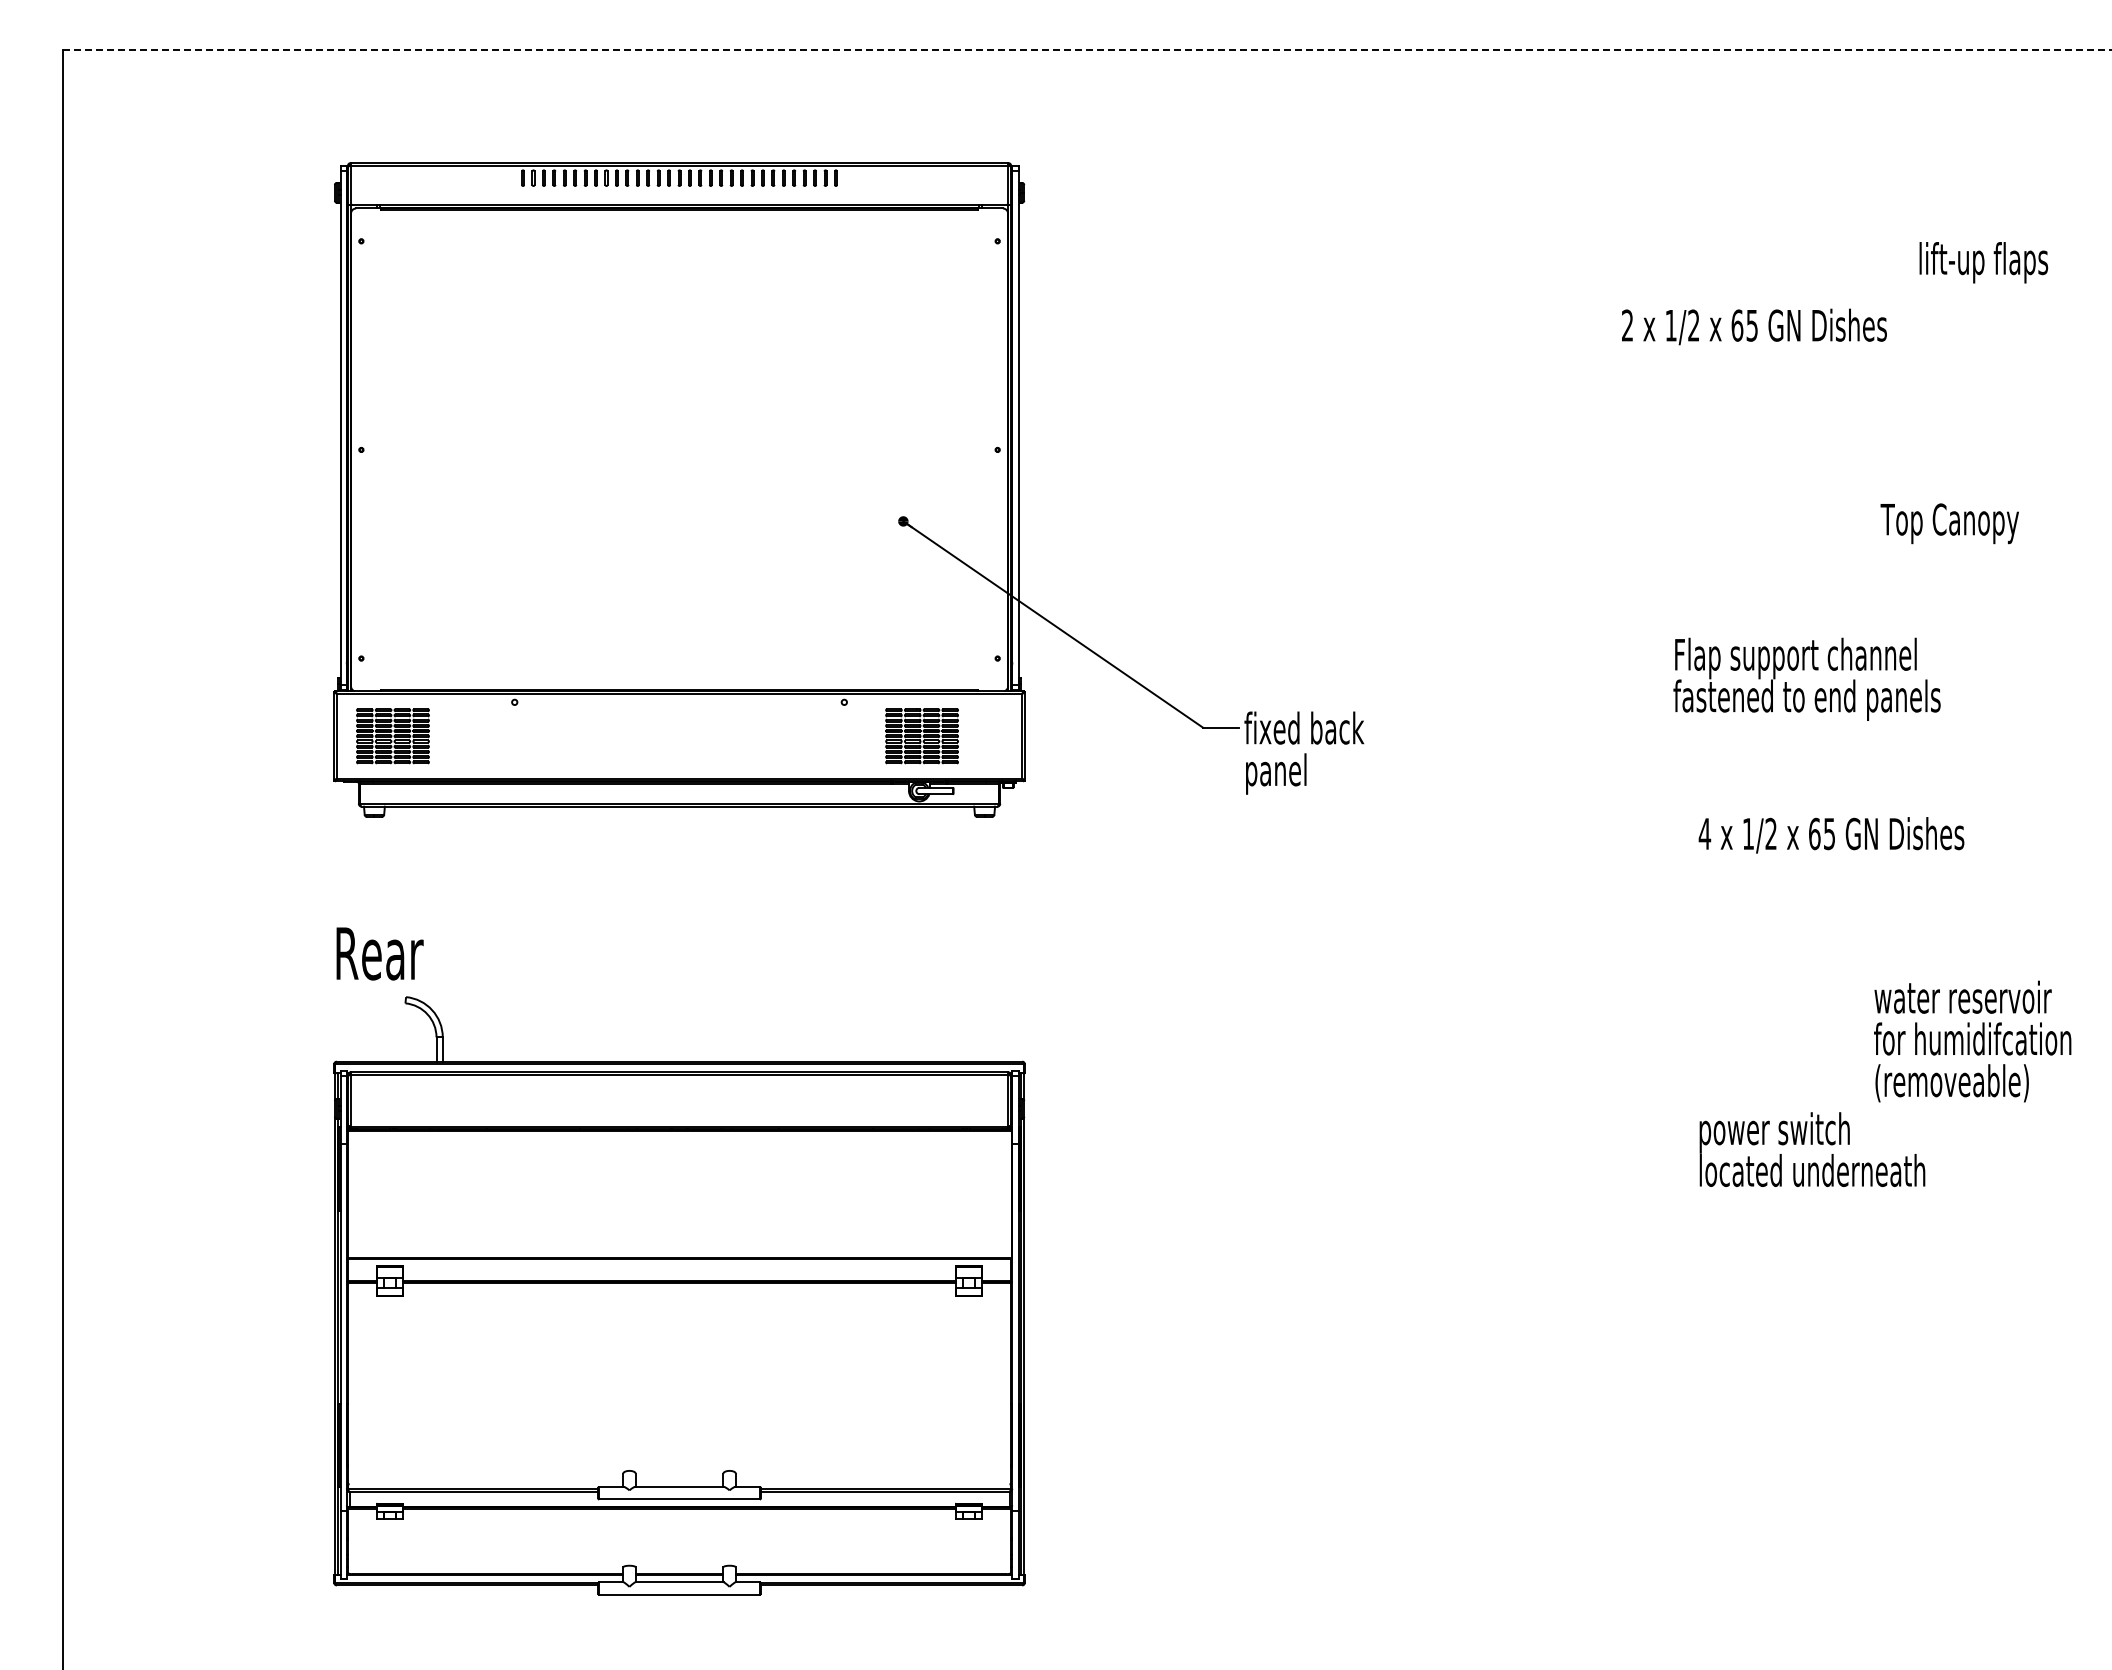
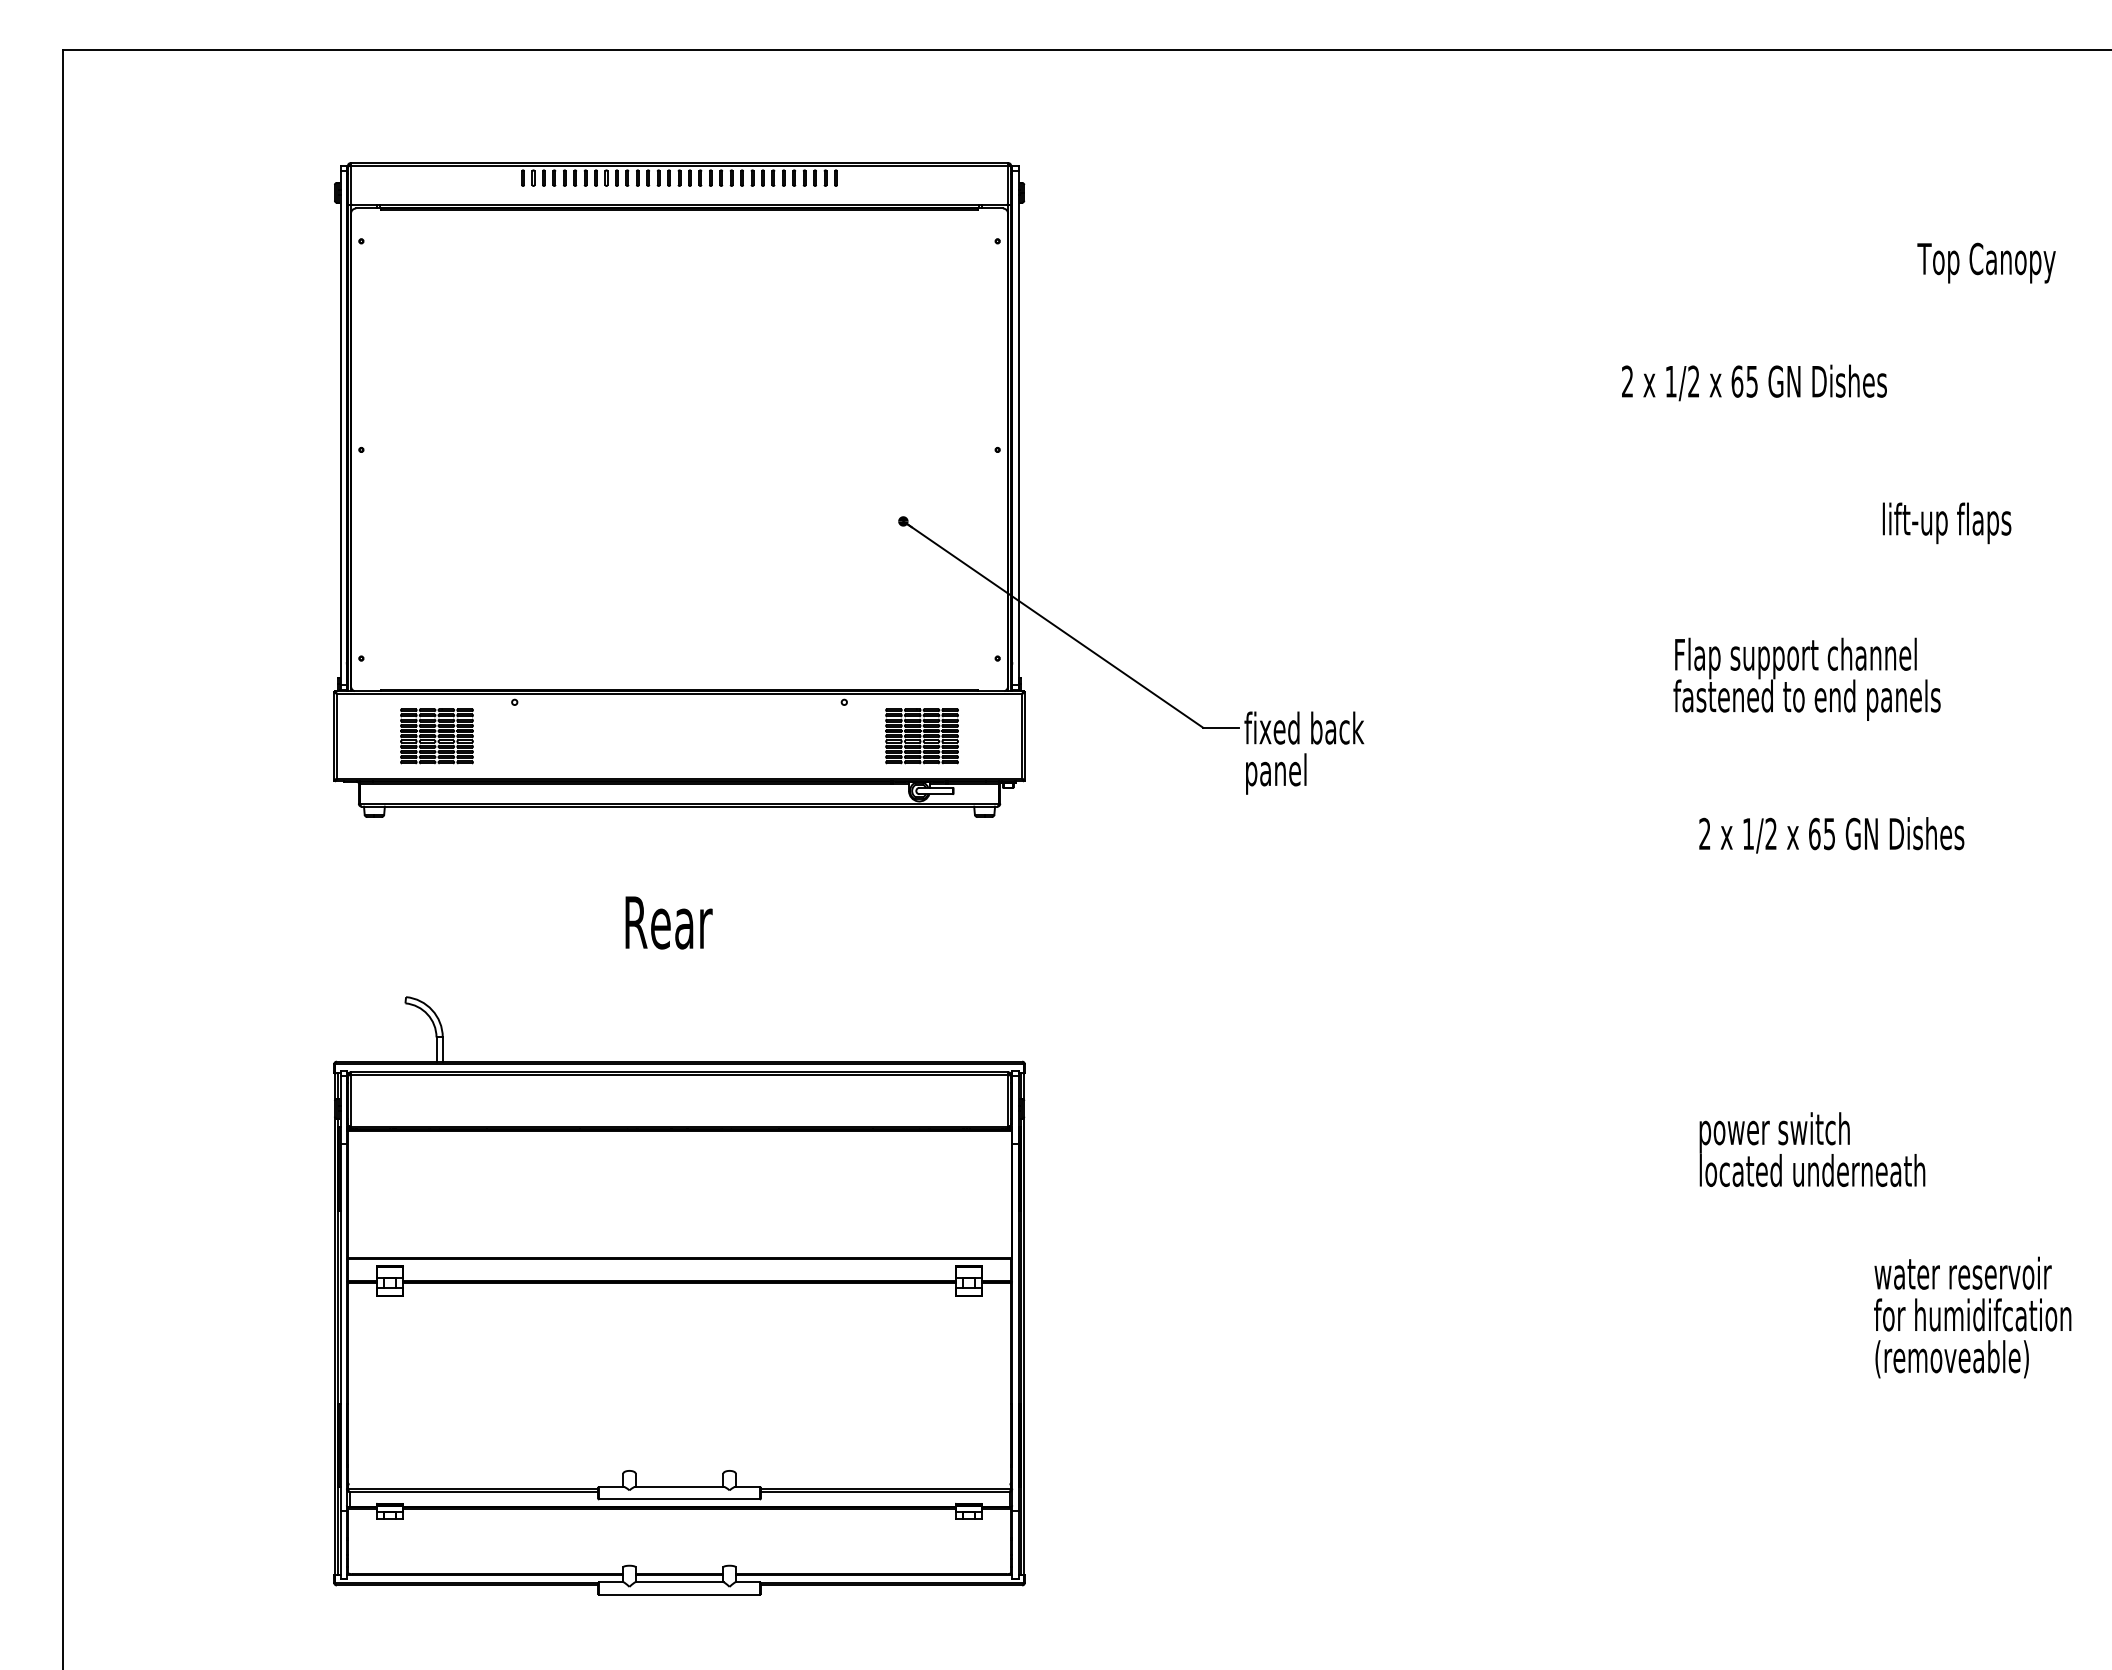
line at (1087, 50): dashed -> solid
text at (1986, 262): lift-up flaps -> Top Canopy
text at (1754, 326) position: (1754, 326) -> (1754, 382)
text at (1949, 523): Top Canopy -> lift-up flaps
part at (392, 736) position: (392, 736) -> (436, 736)
text at (1704, 833): 4 -> 2
text at (379, 953) position: (379, 953) -> (668, 922)
text at (1972, 1041) position: (1972, 1041) -> (1972, 1317)
